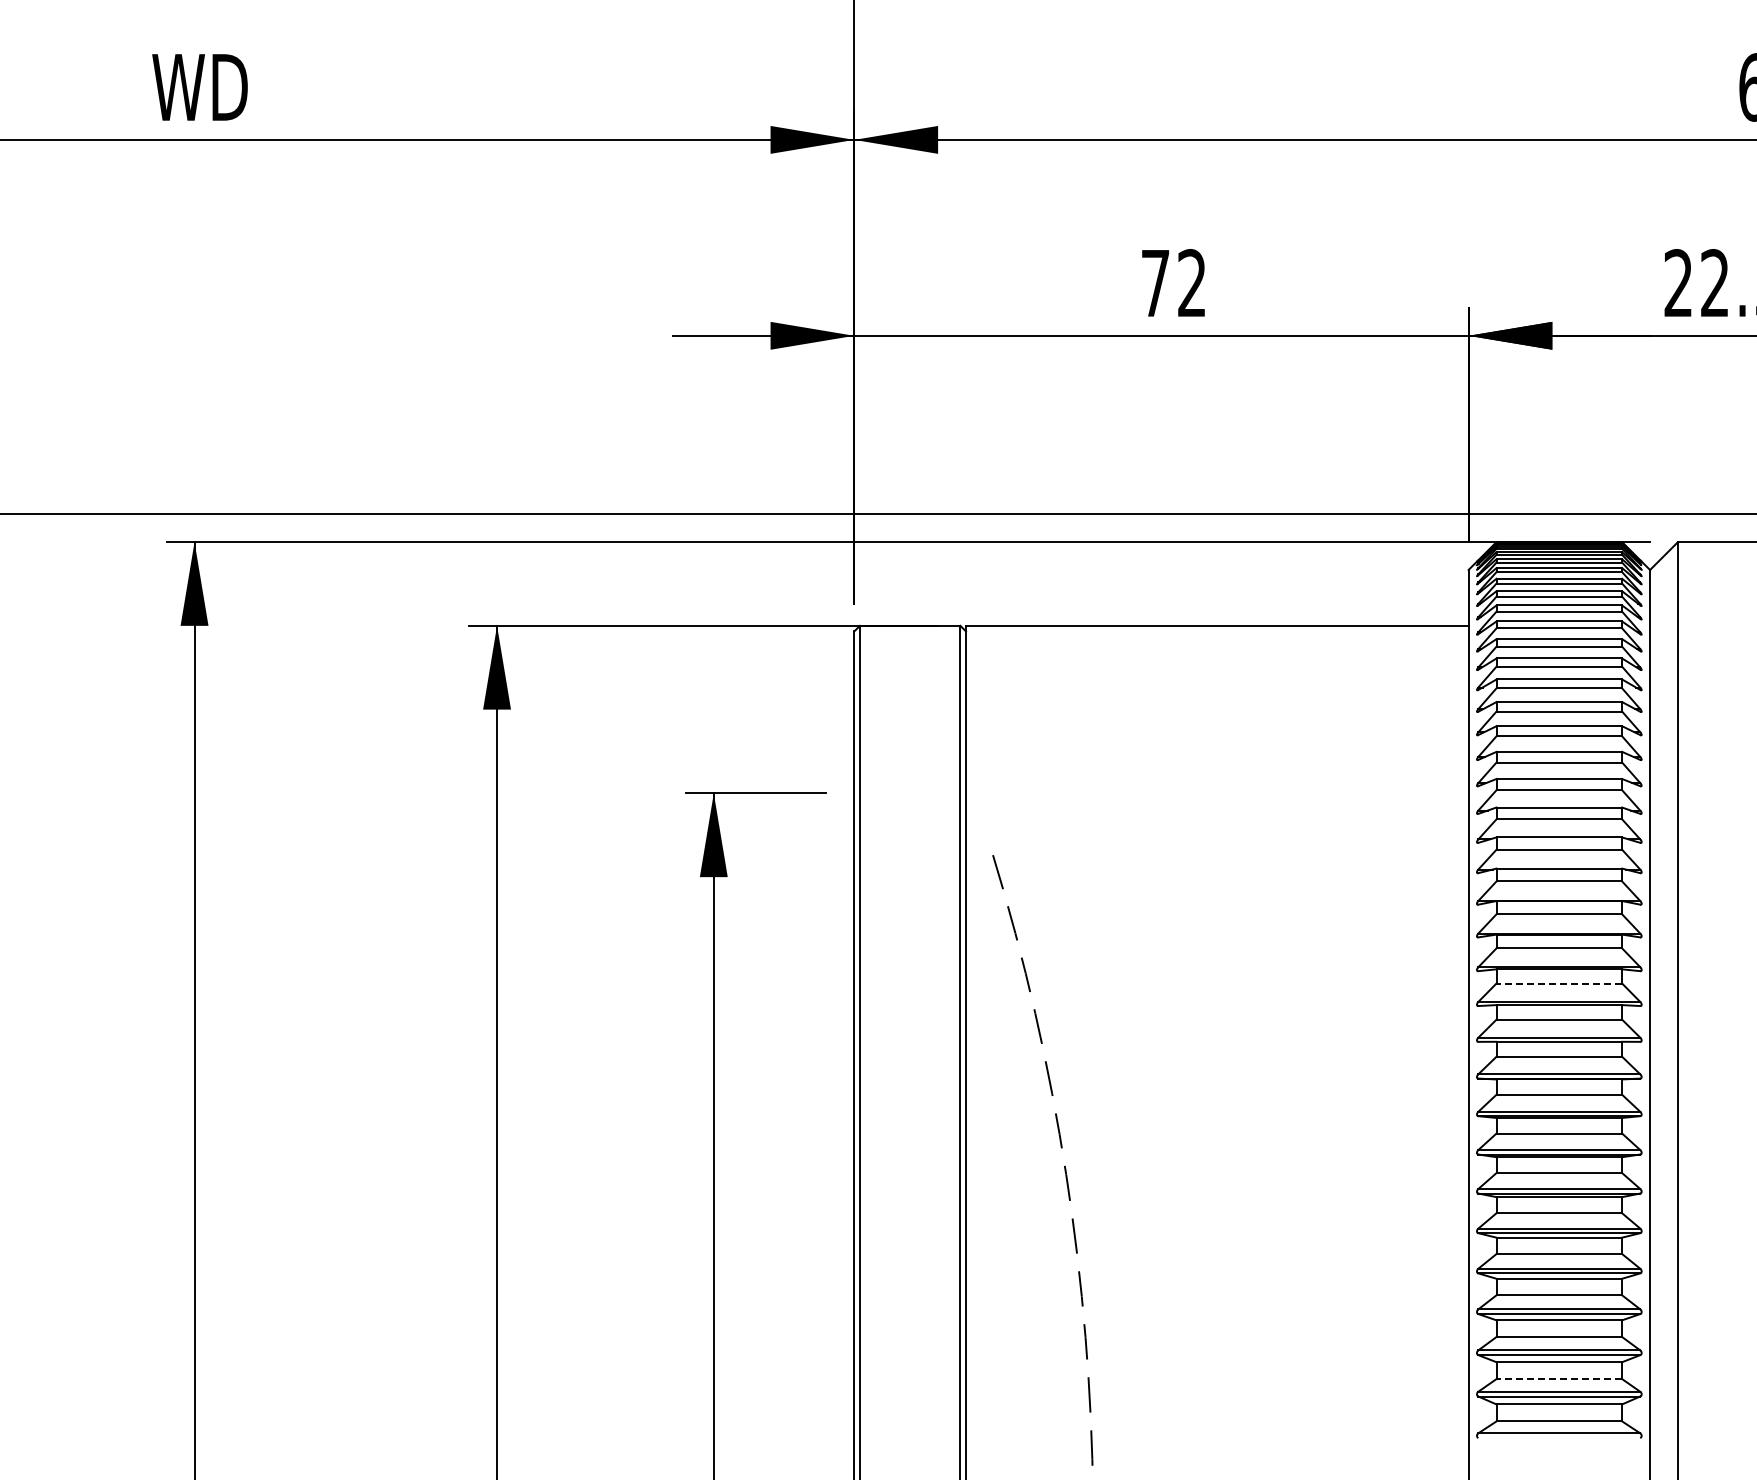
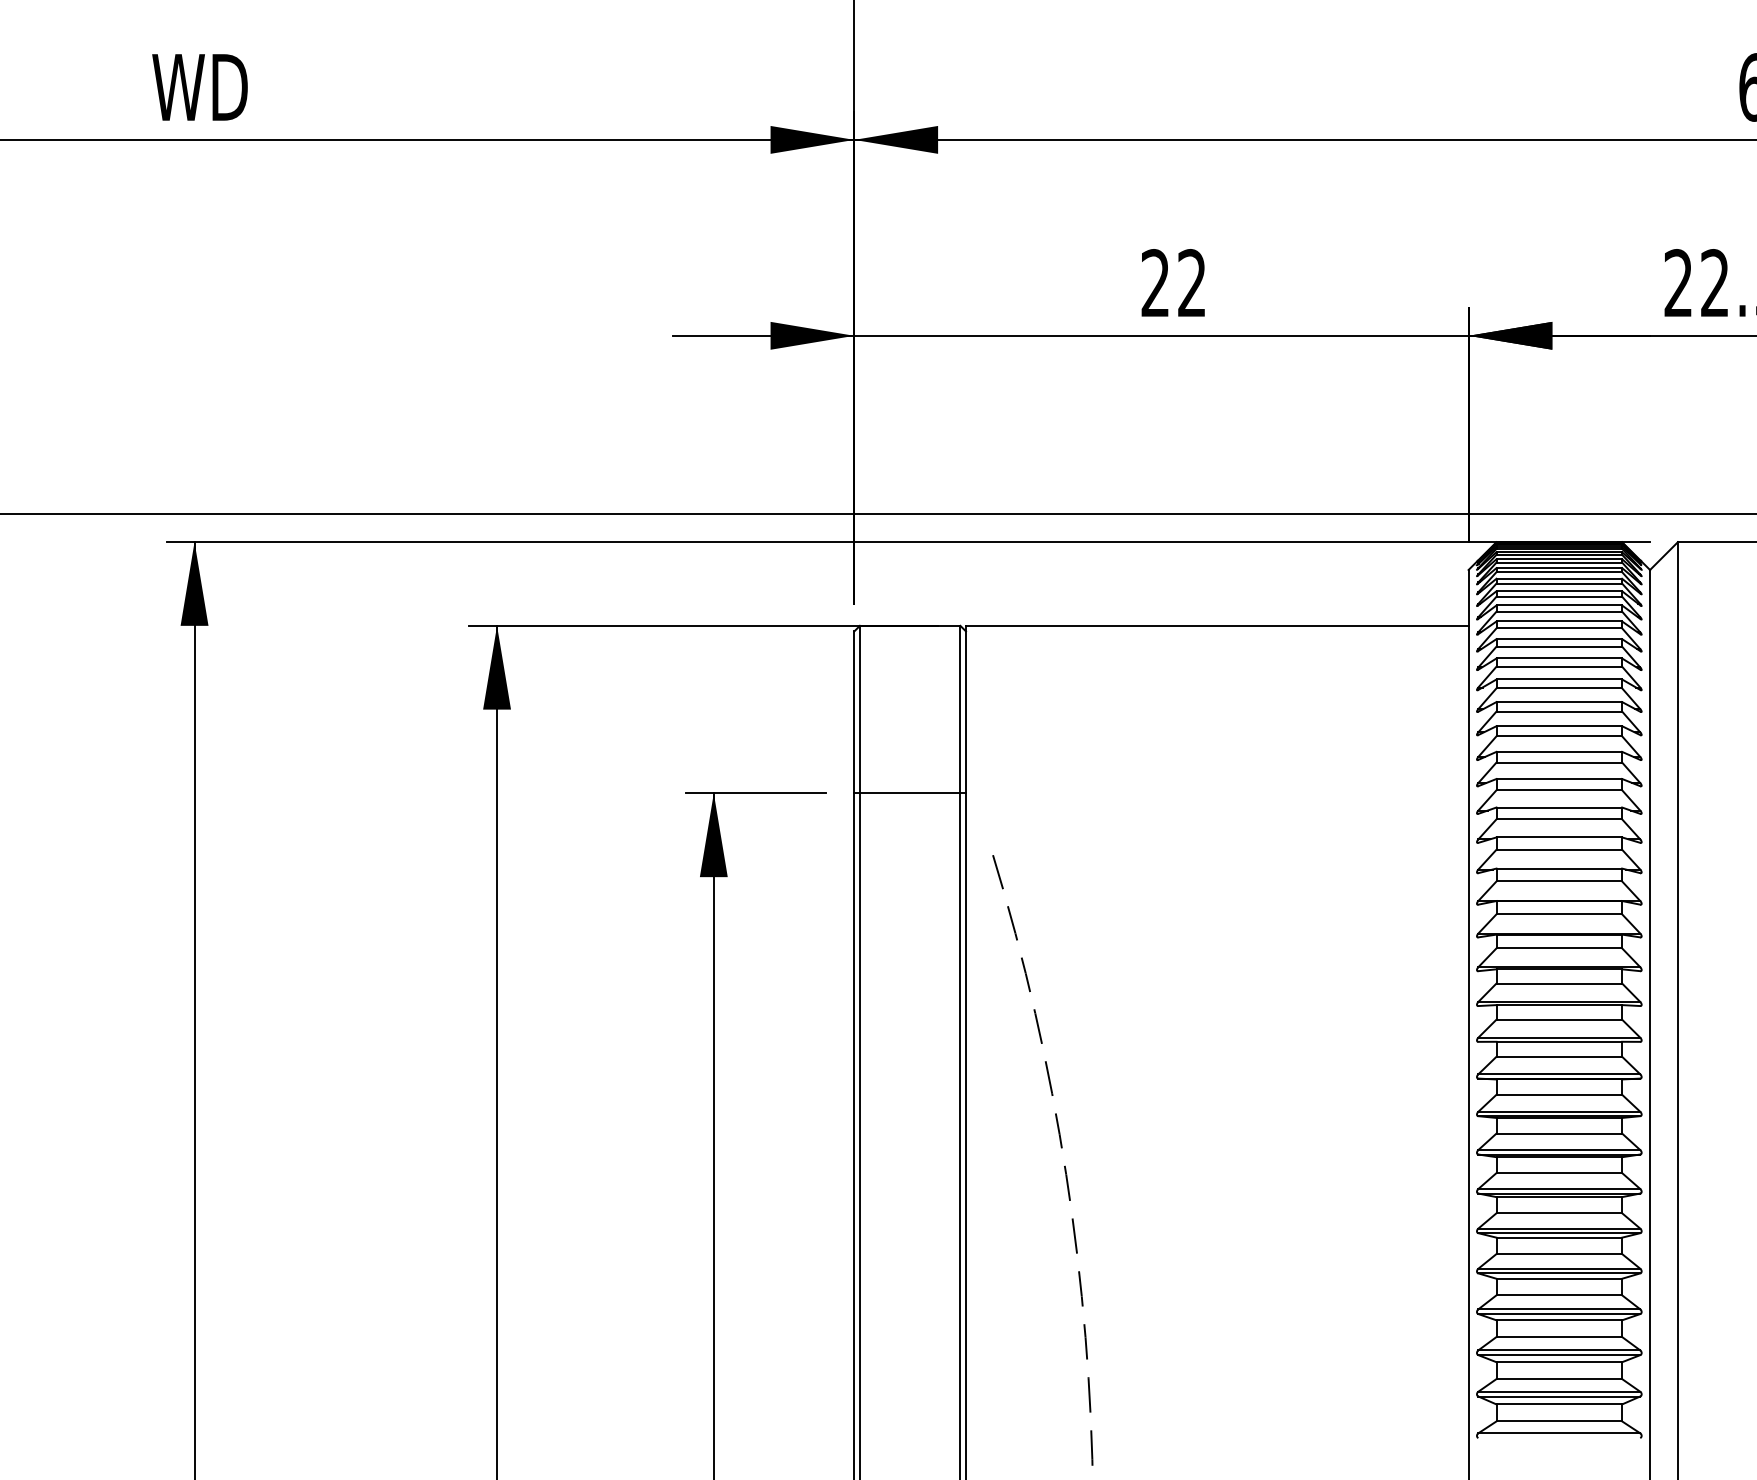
text at (1155, 282): 72 -> 22
line at (910, 793): none -> present
line at (1559, 983): dashed -> solid
line at (1559, 1379): dashed -> solid
